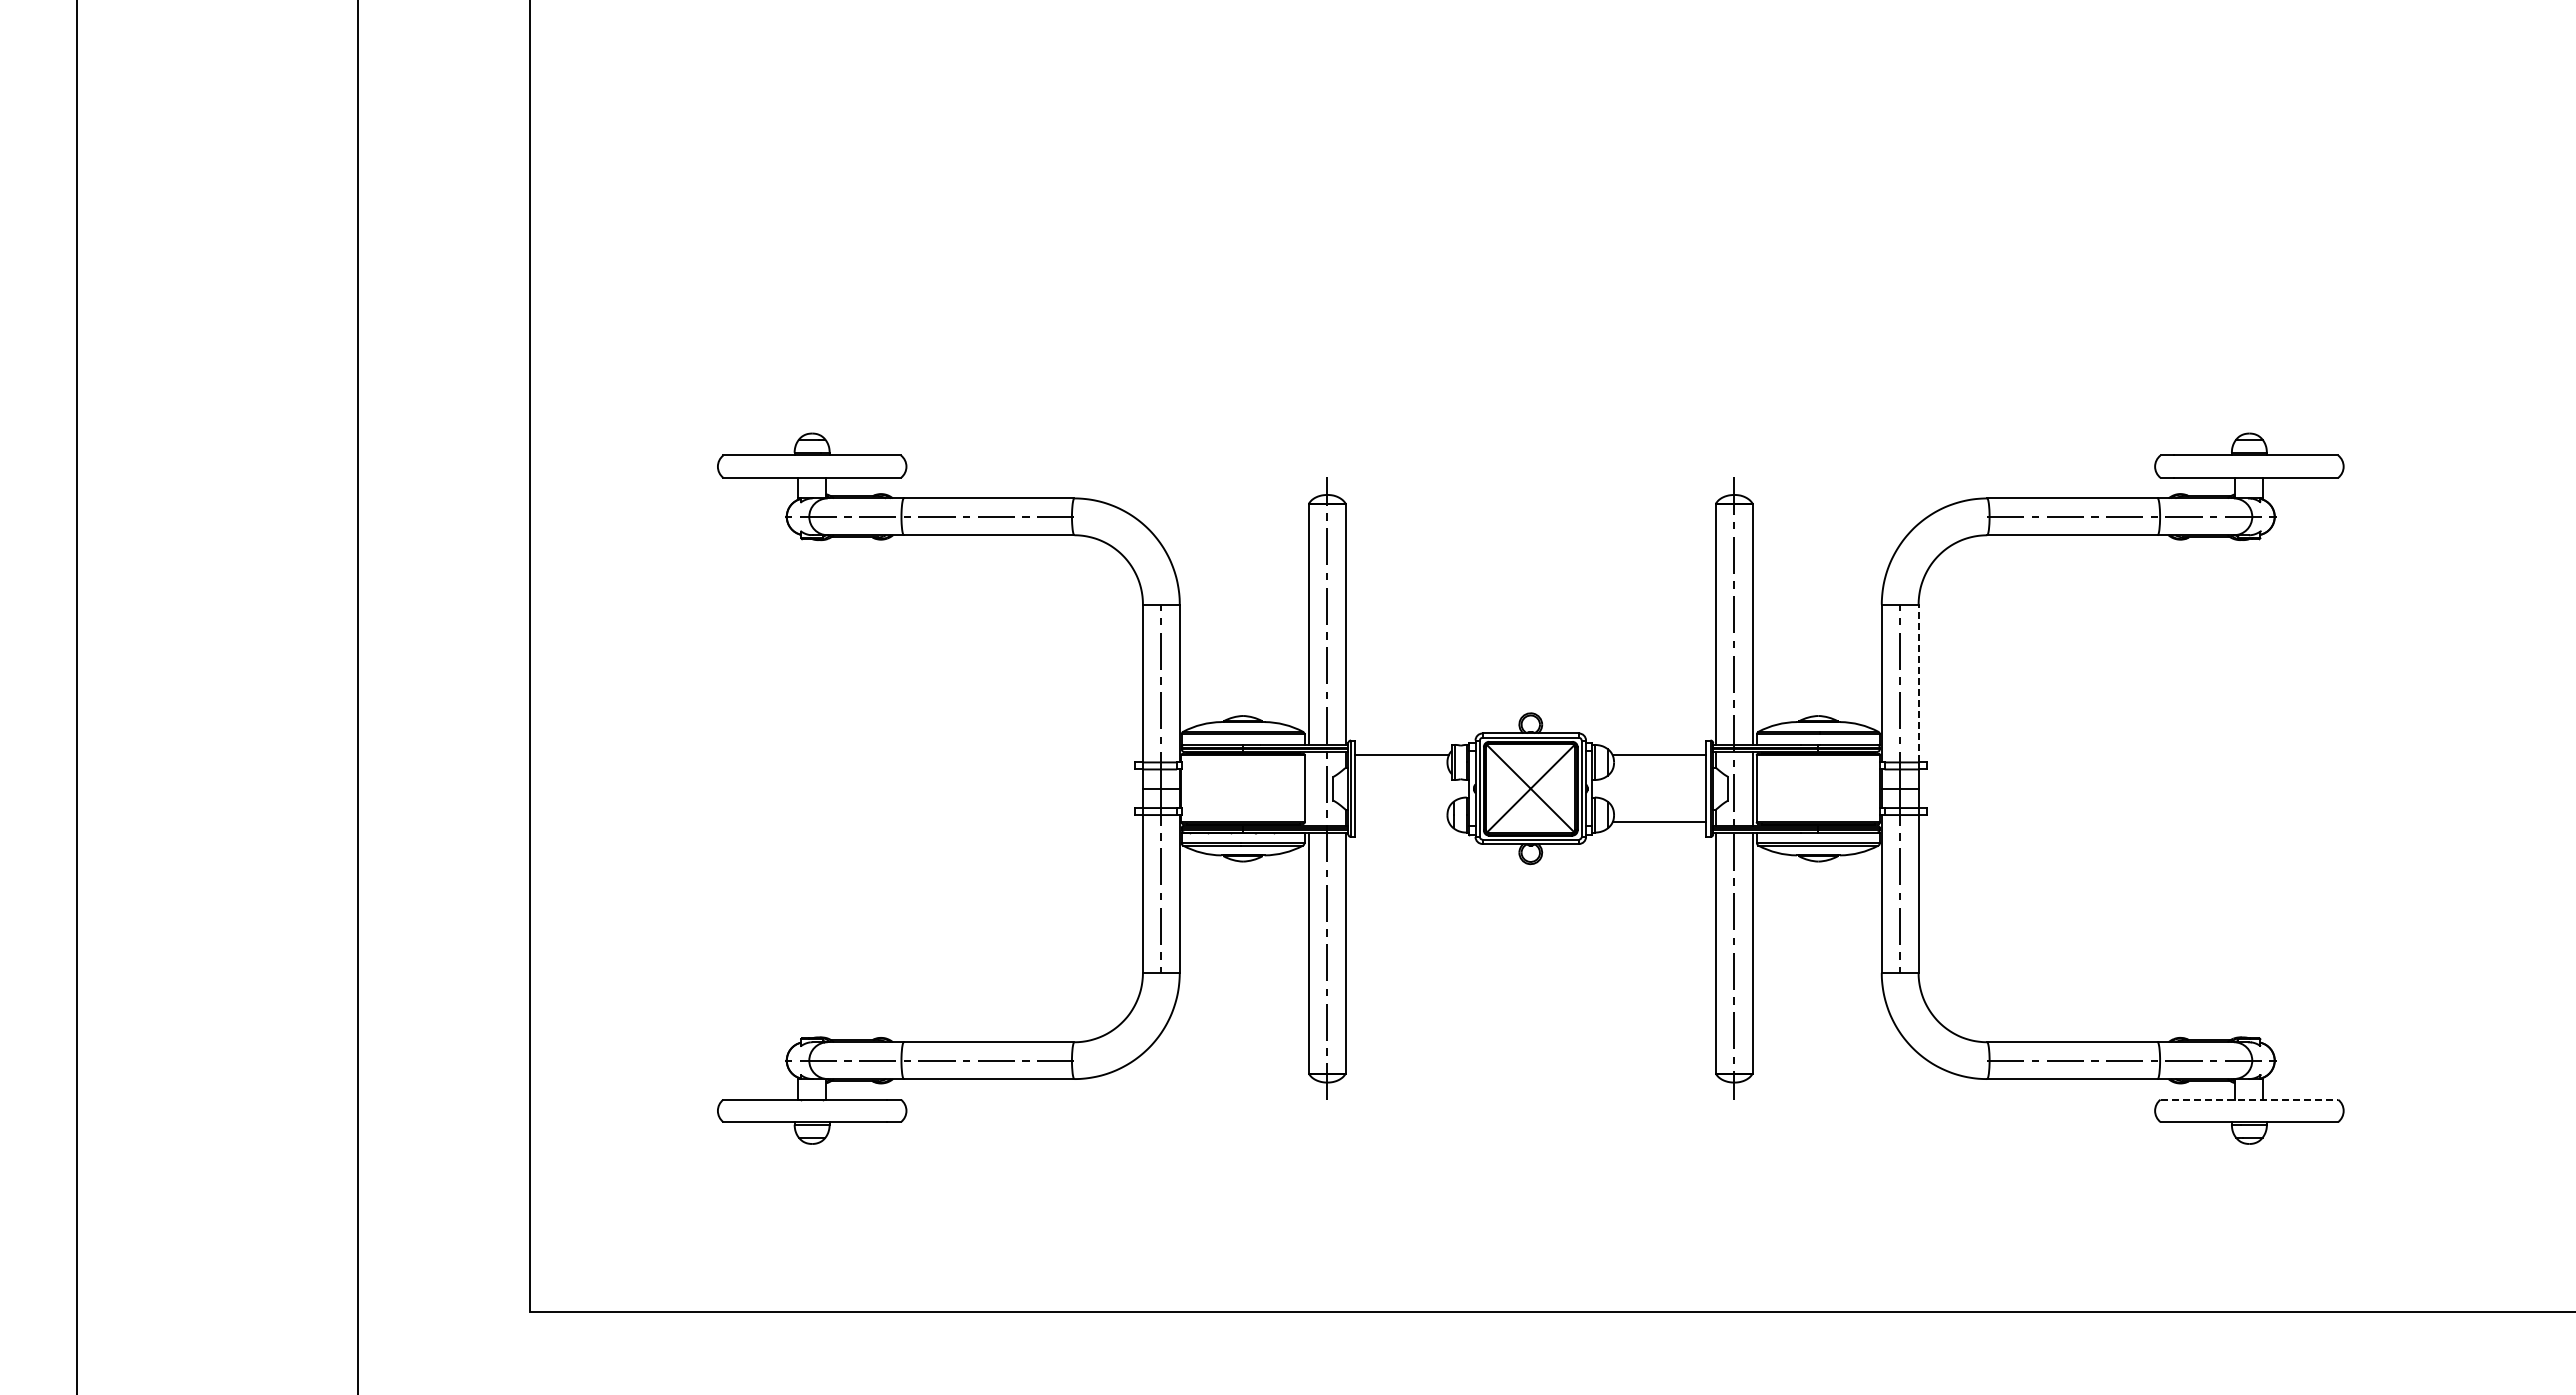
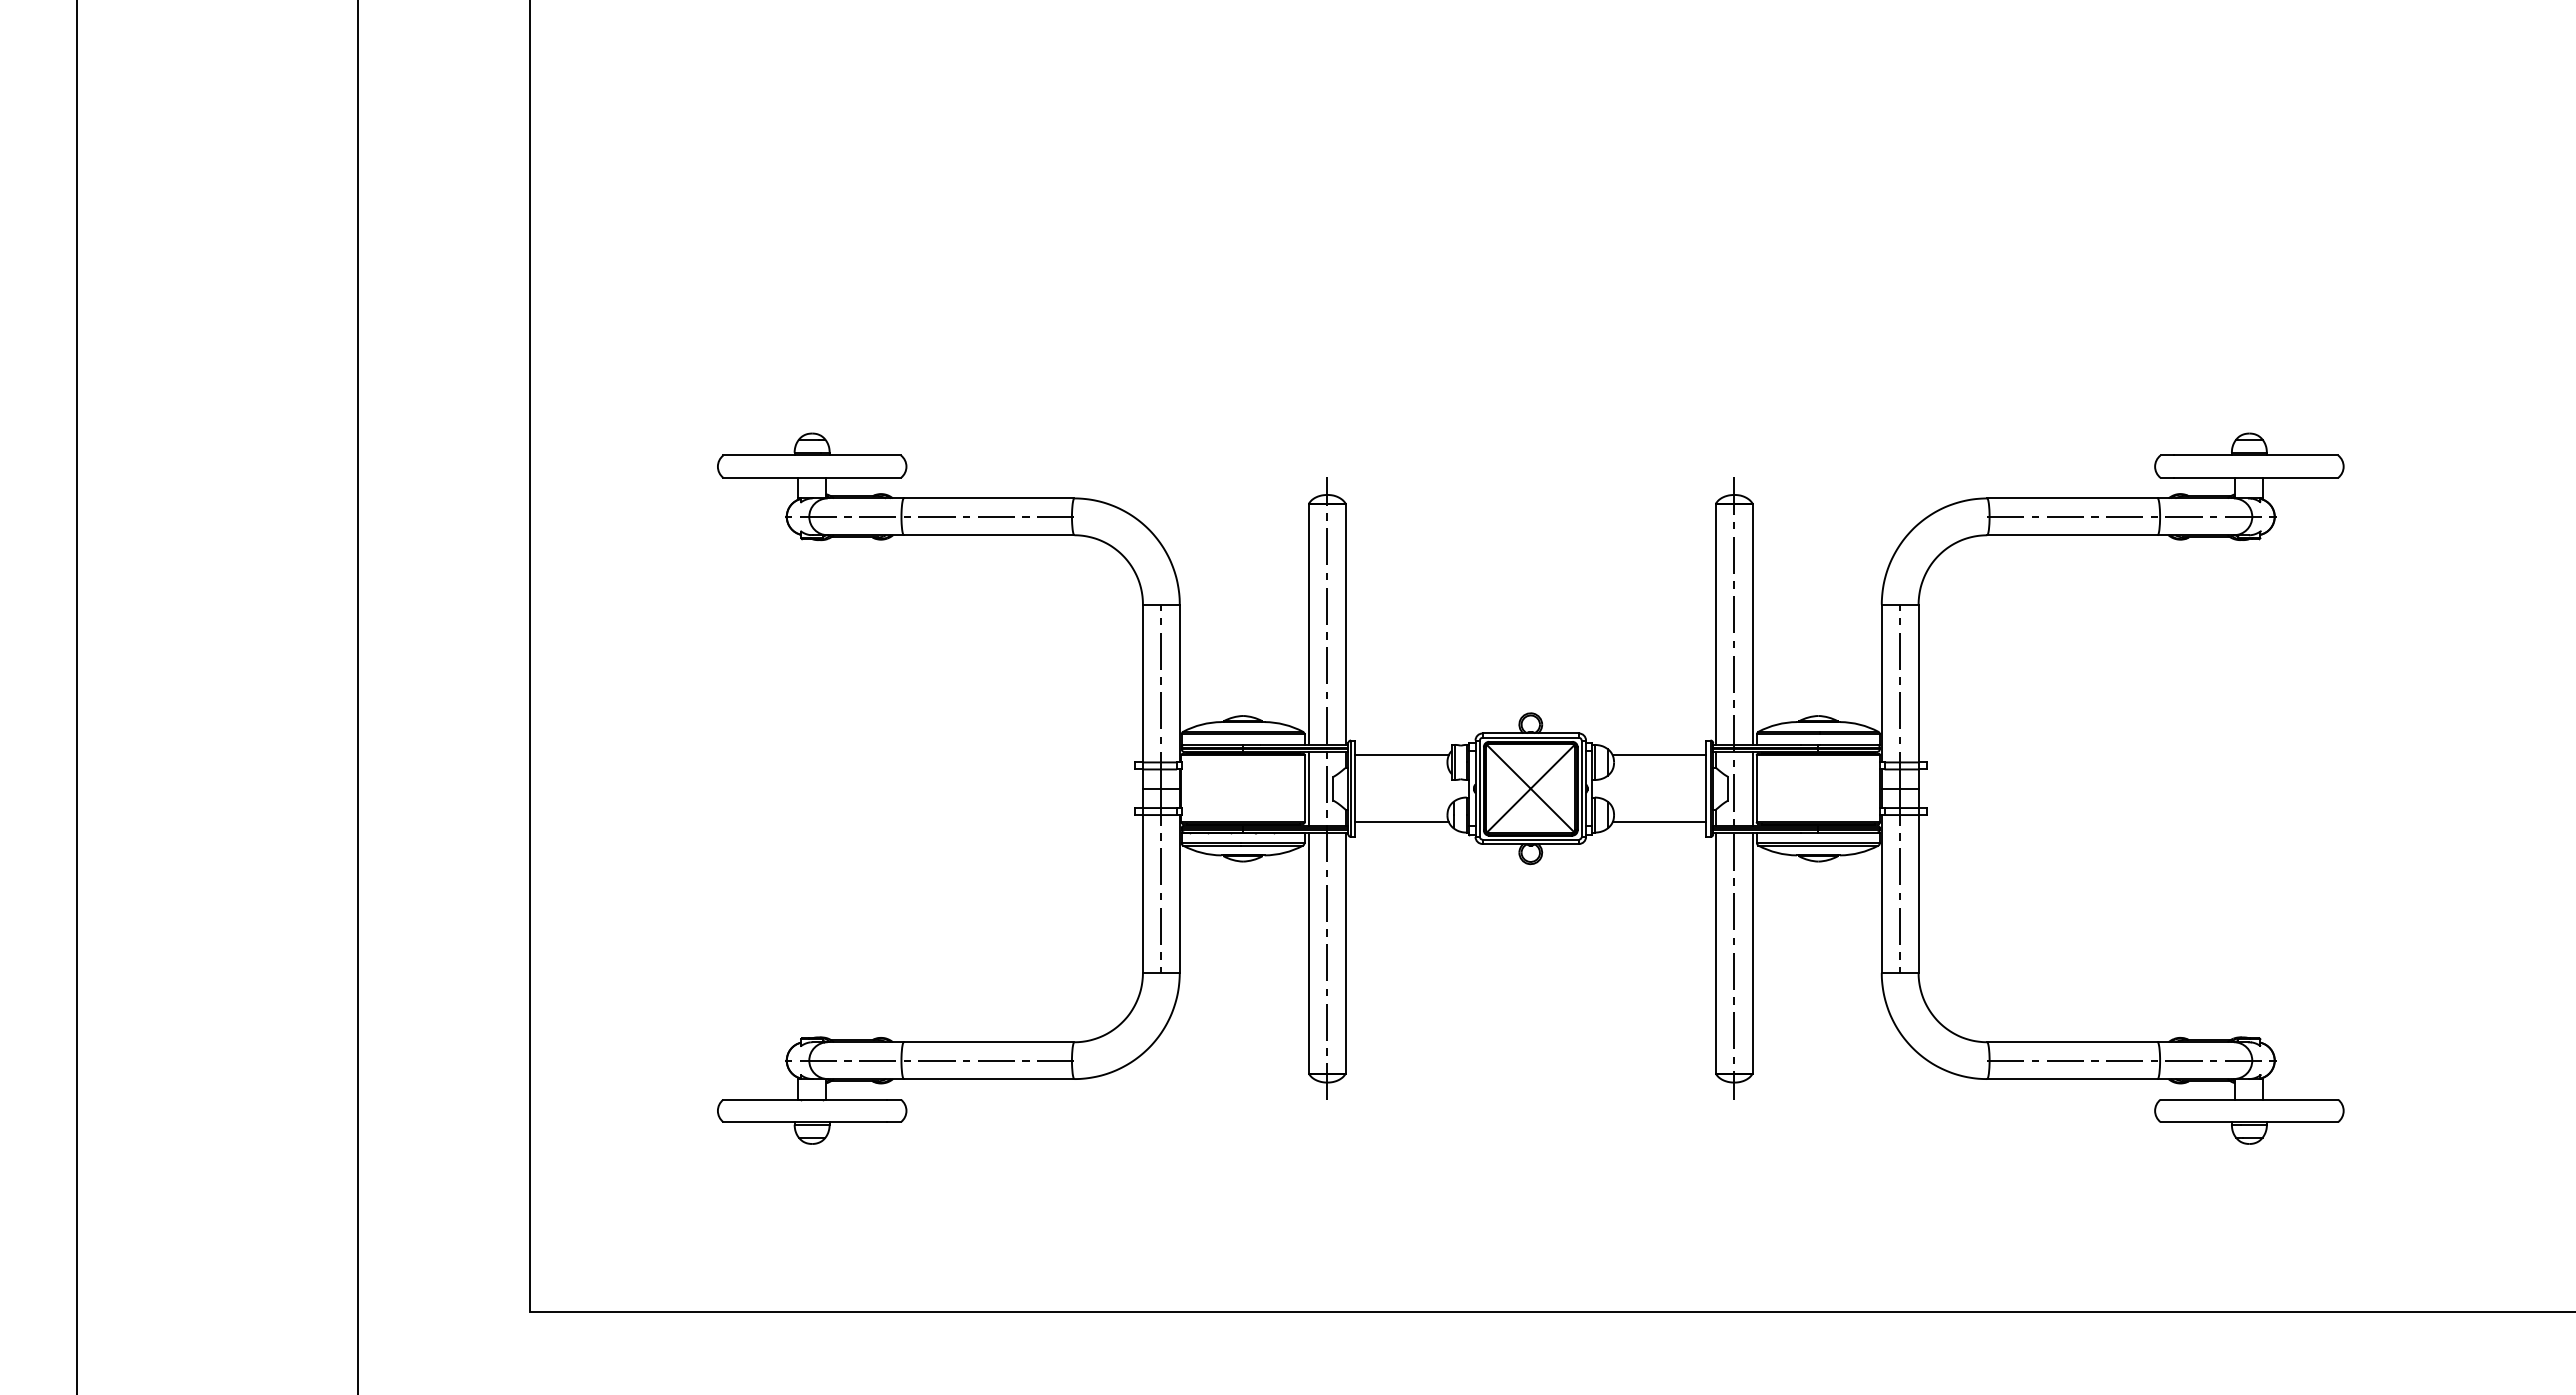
line at (1918, 683): dashed -> solid
line at (1308, 788): none -> present
line at (1401, 822): none -> present
line at (2249, 1099): dashed -> solid
